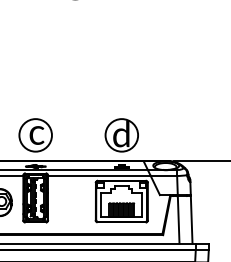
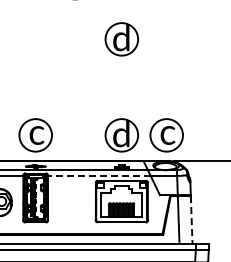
part at (121, 39): none -> present
part at (166, 135): none -> present
line at (98, 176): solid -> dashed
line at (191, 219): solid -> dashed
